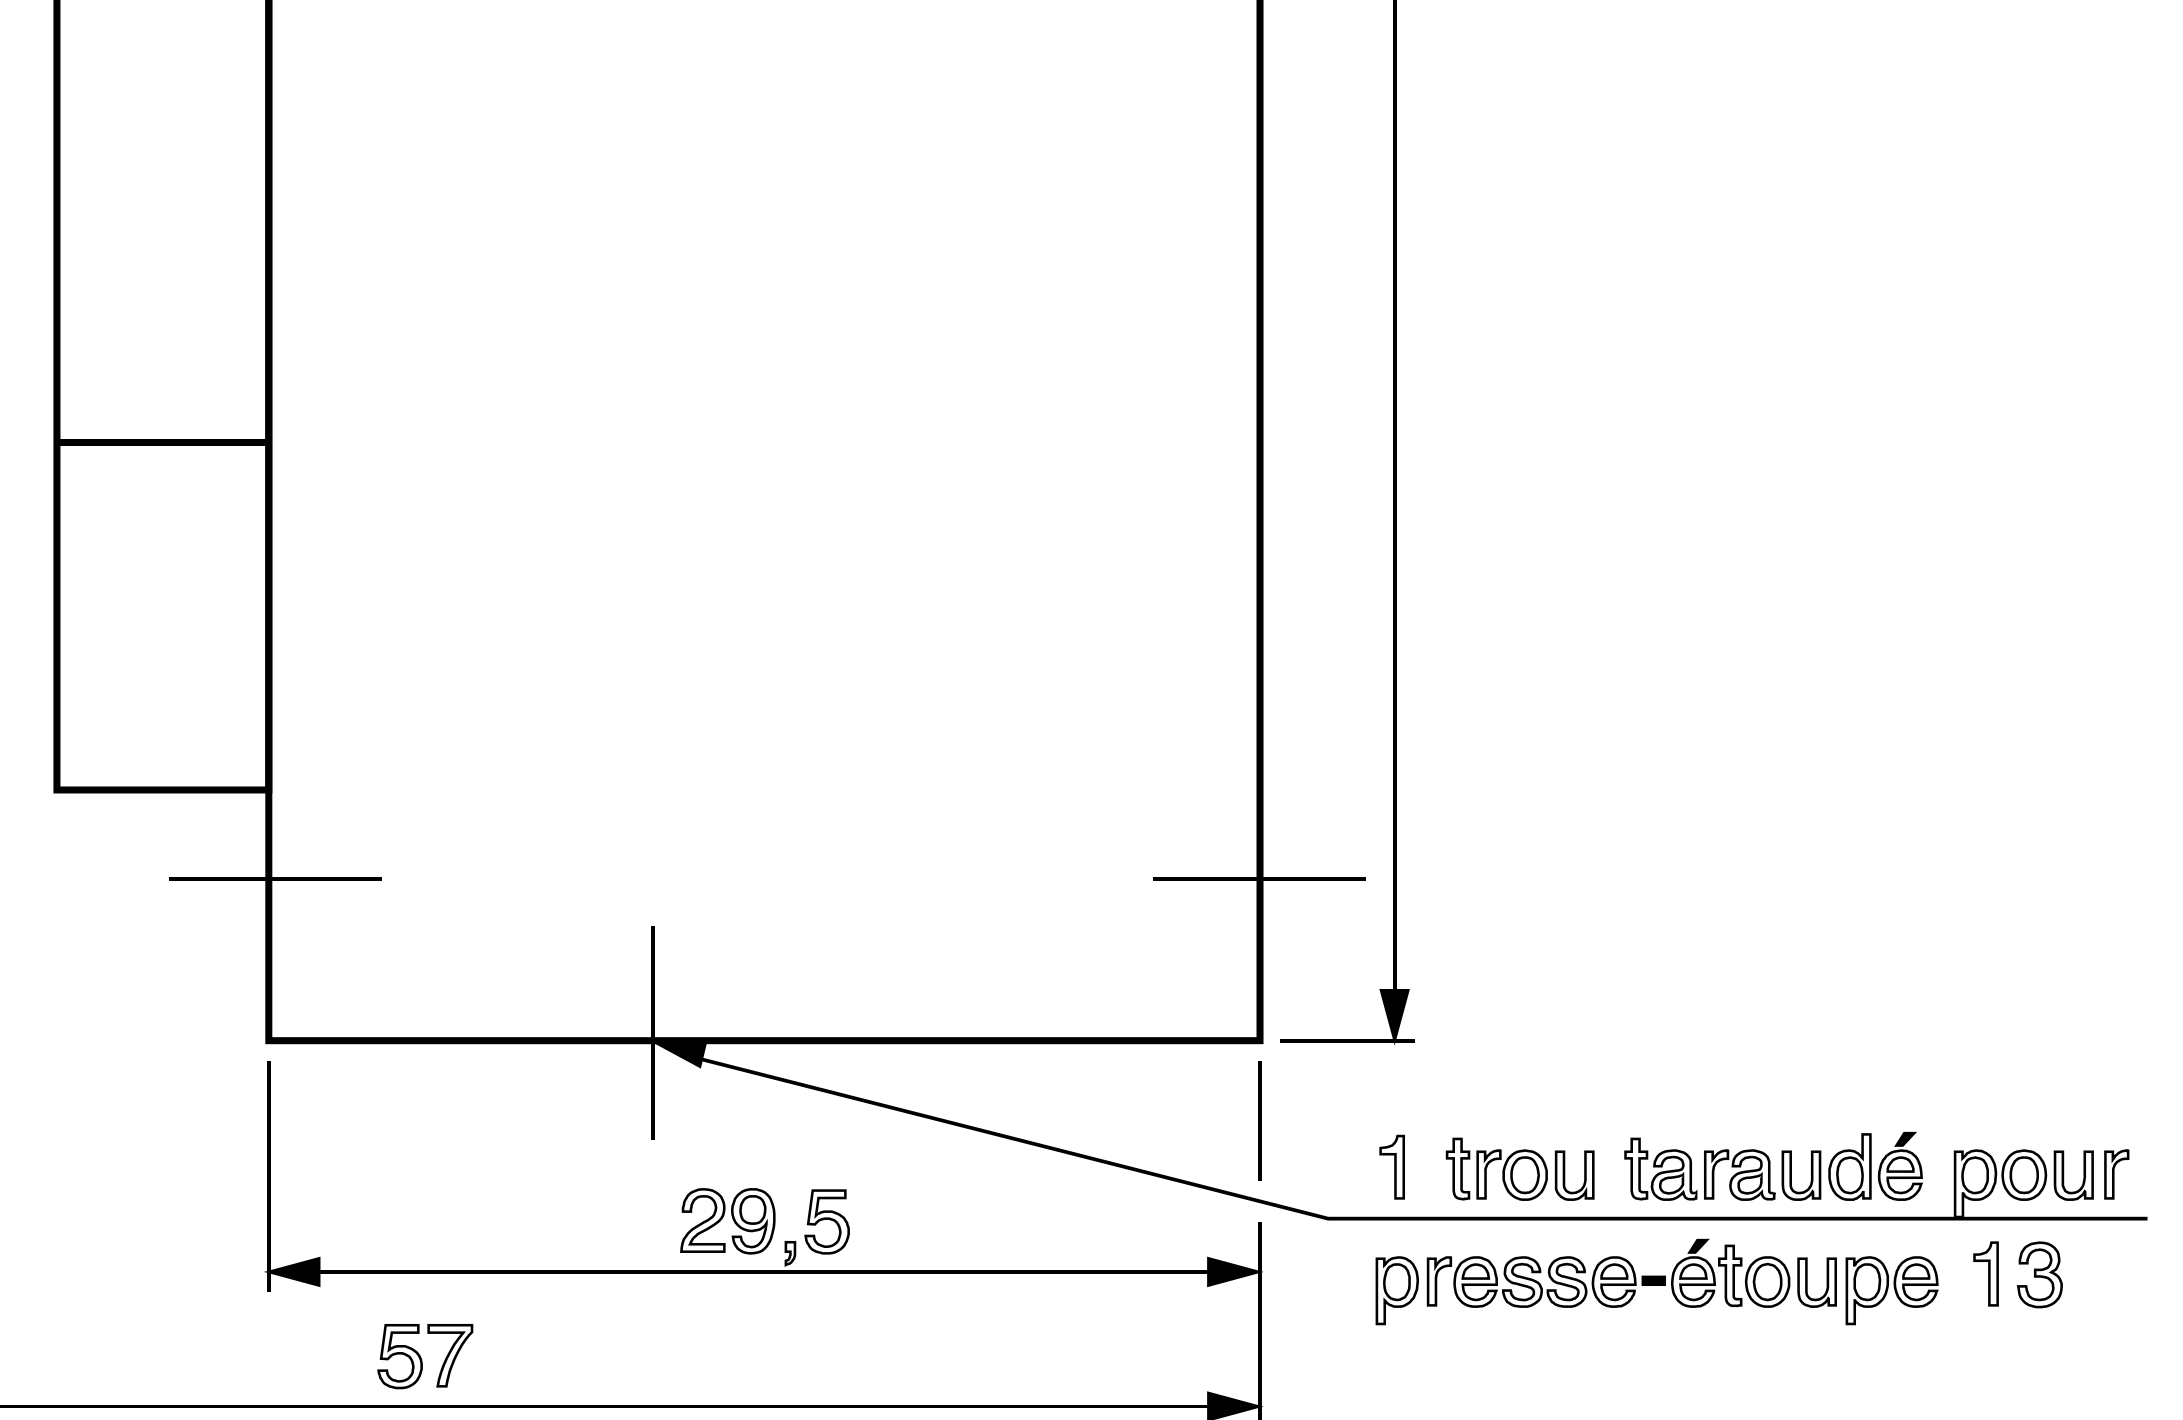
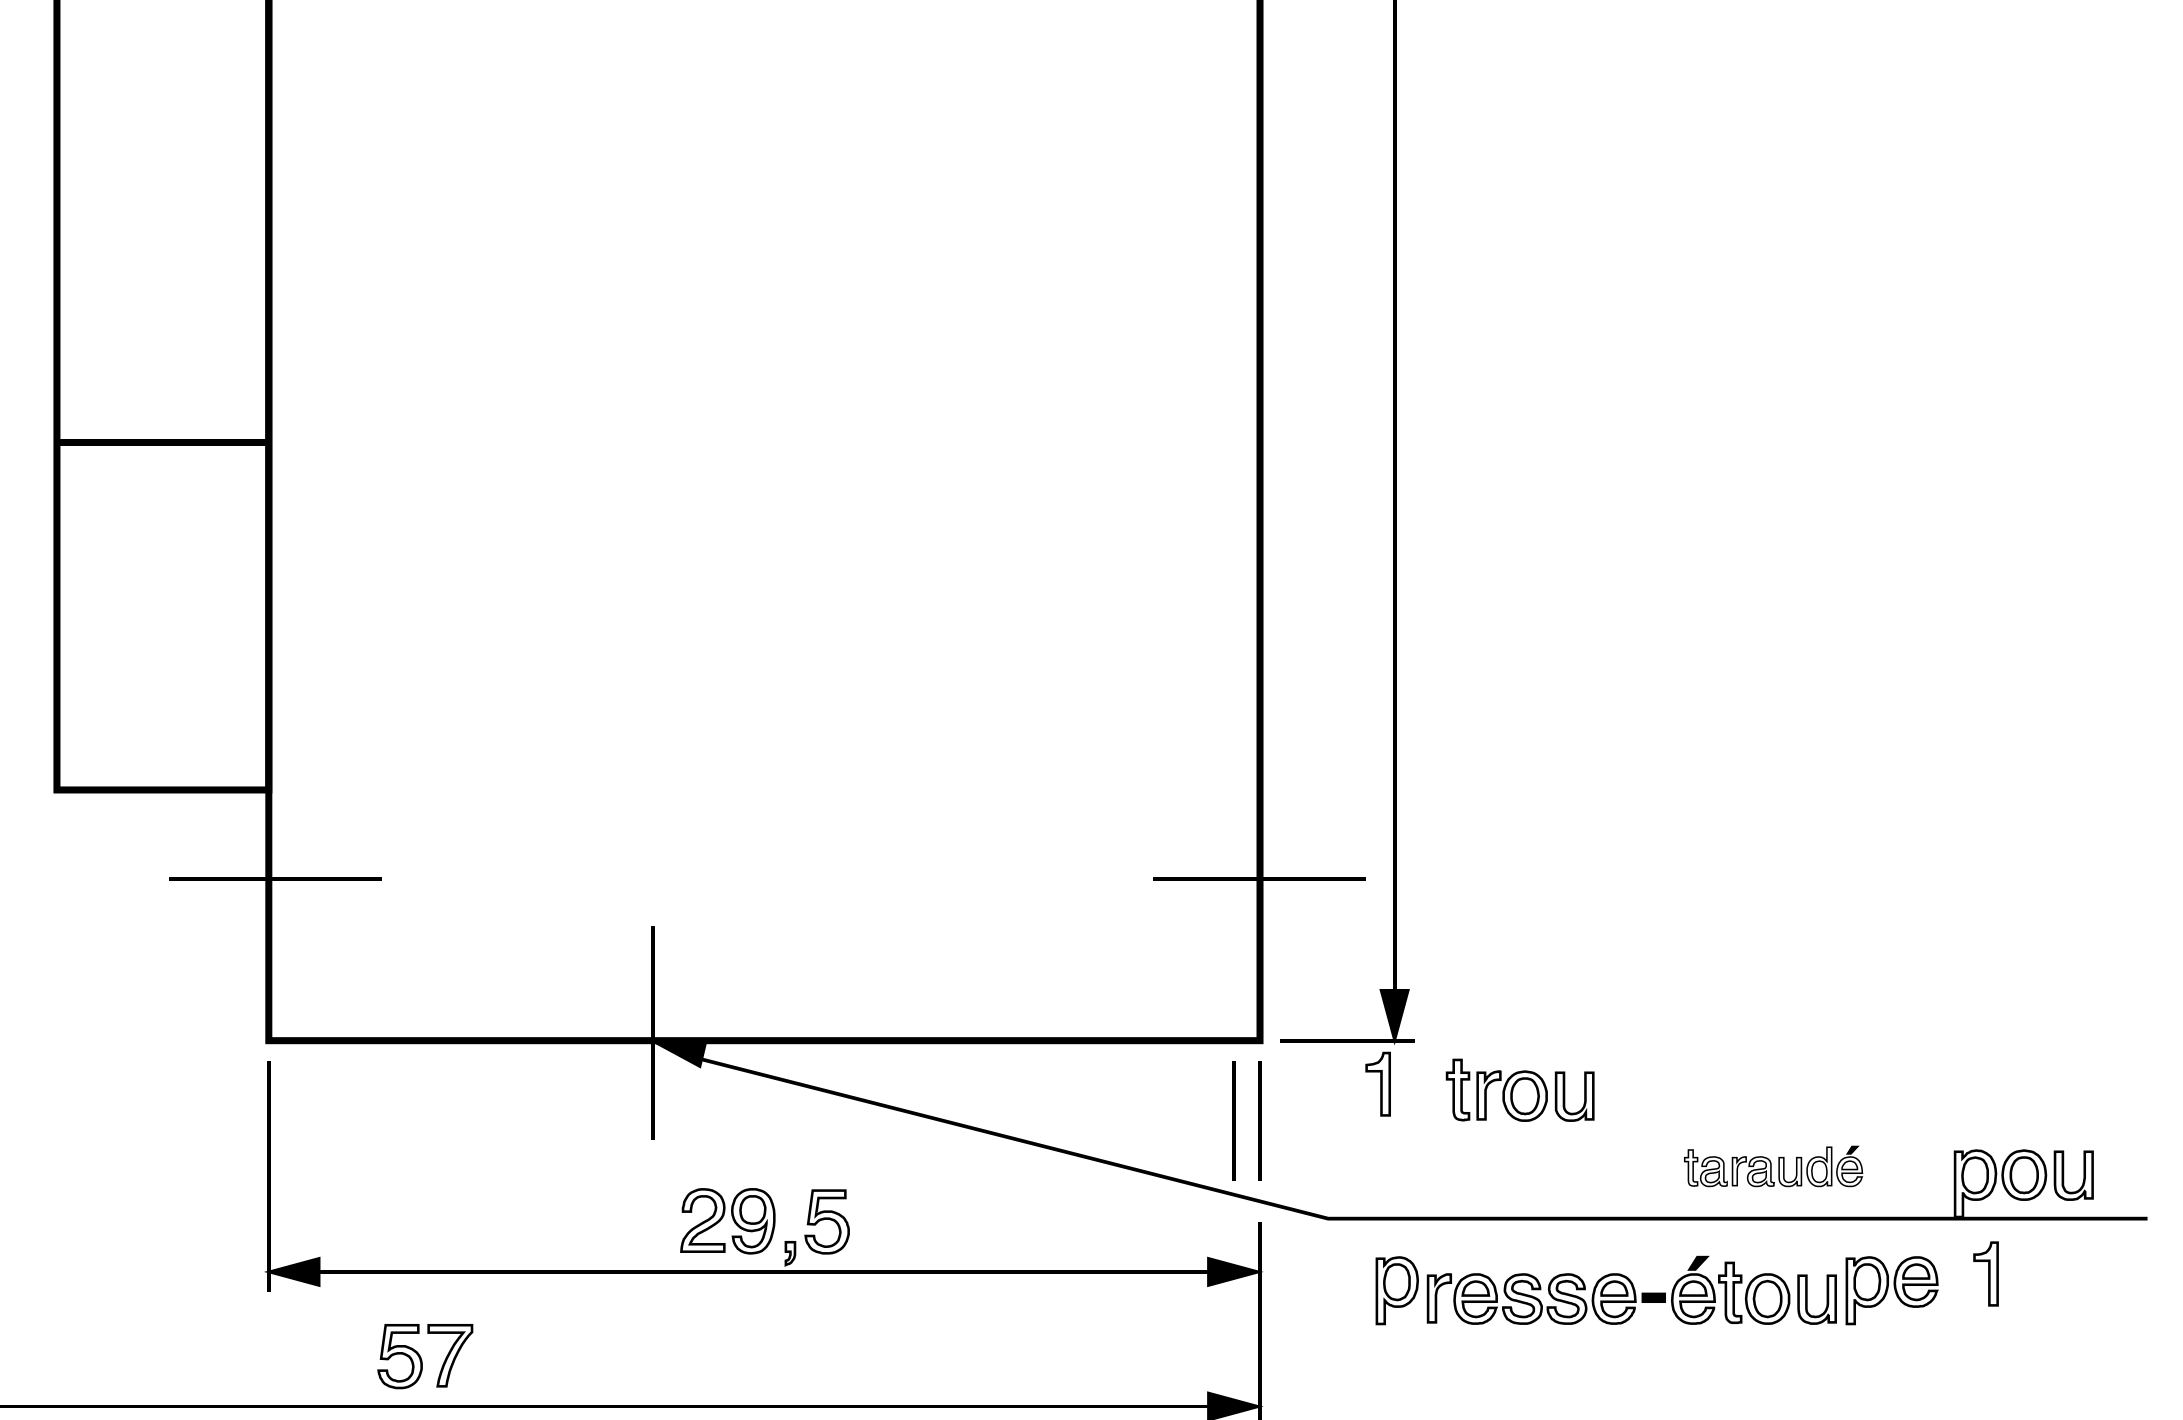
line at (1233, 1120): none -> present
part at (1391, 1166) position: (1391, 1166) -> (1377, 1083)
part at (1773, 1166) size: 299x69 px -> 180x43 px
part at (1519, 1168) position: (1519, 1168) -> (1519, 1089)
part at (2116, 1174): present -> none
part at (1631, 1272) position: (1631, 1272) -> (1631, 1289)
part at (2039, 1274): present -> none
